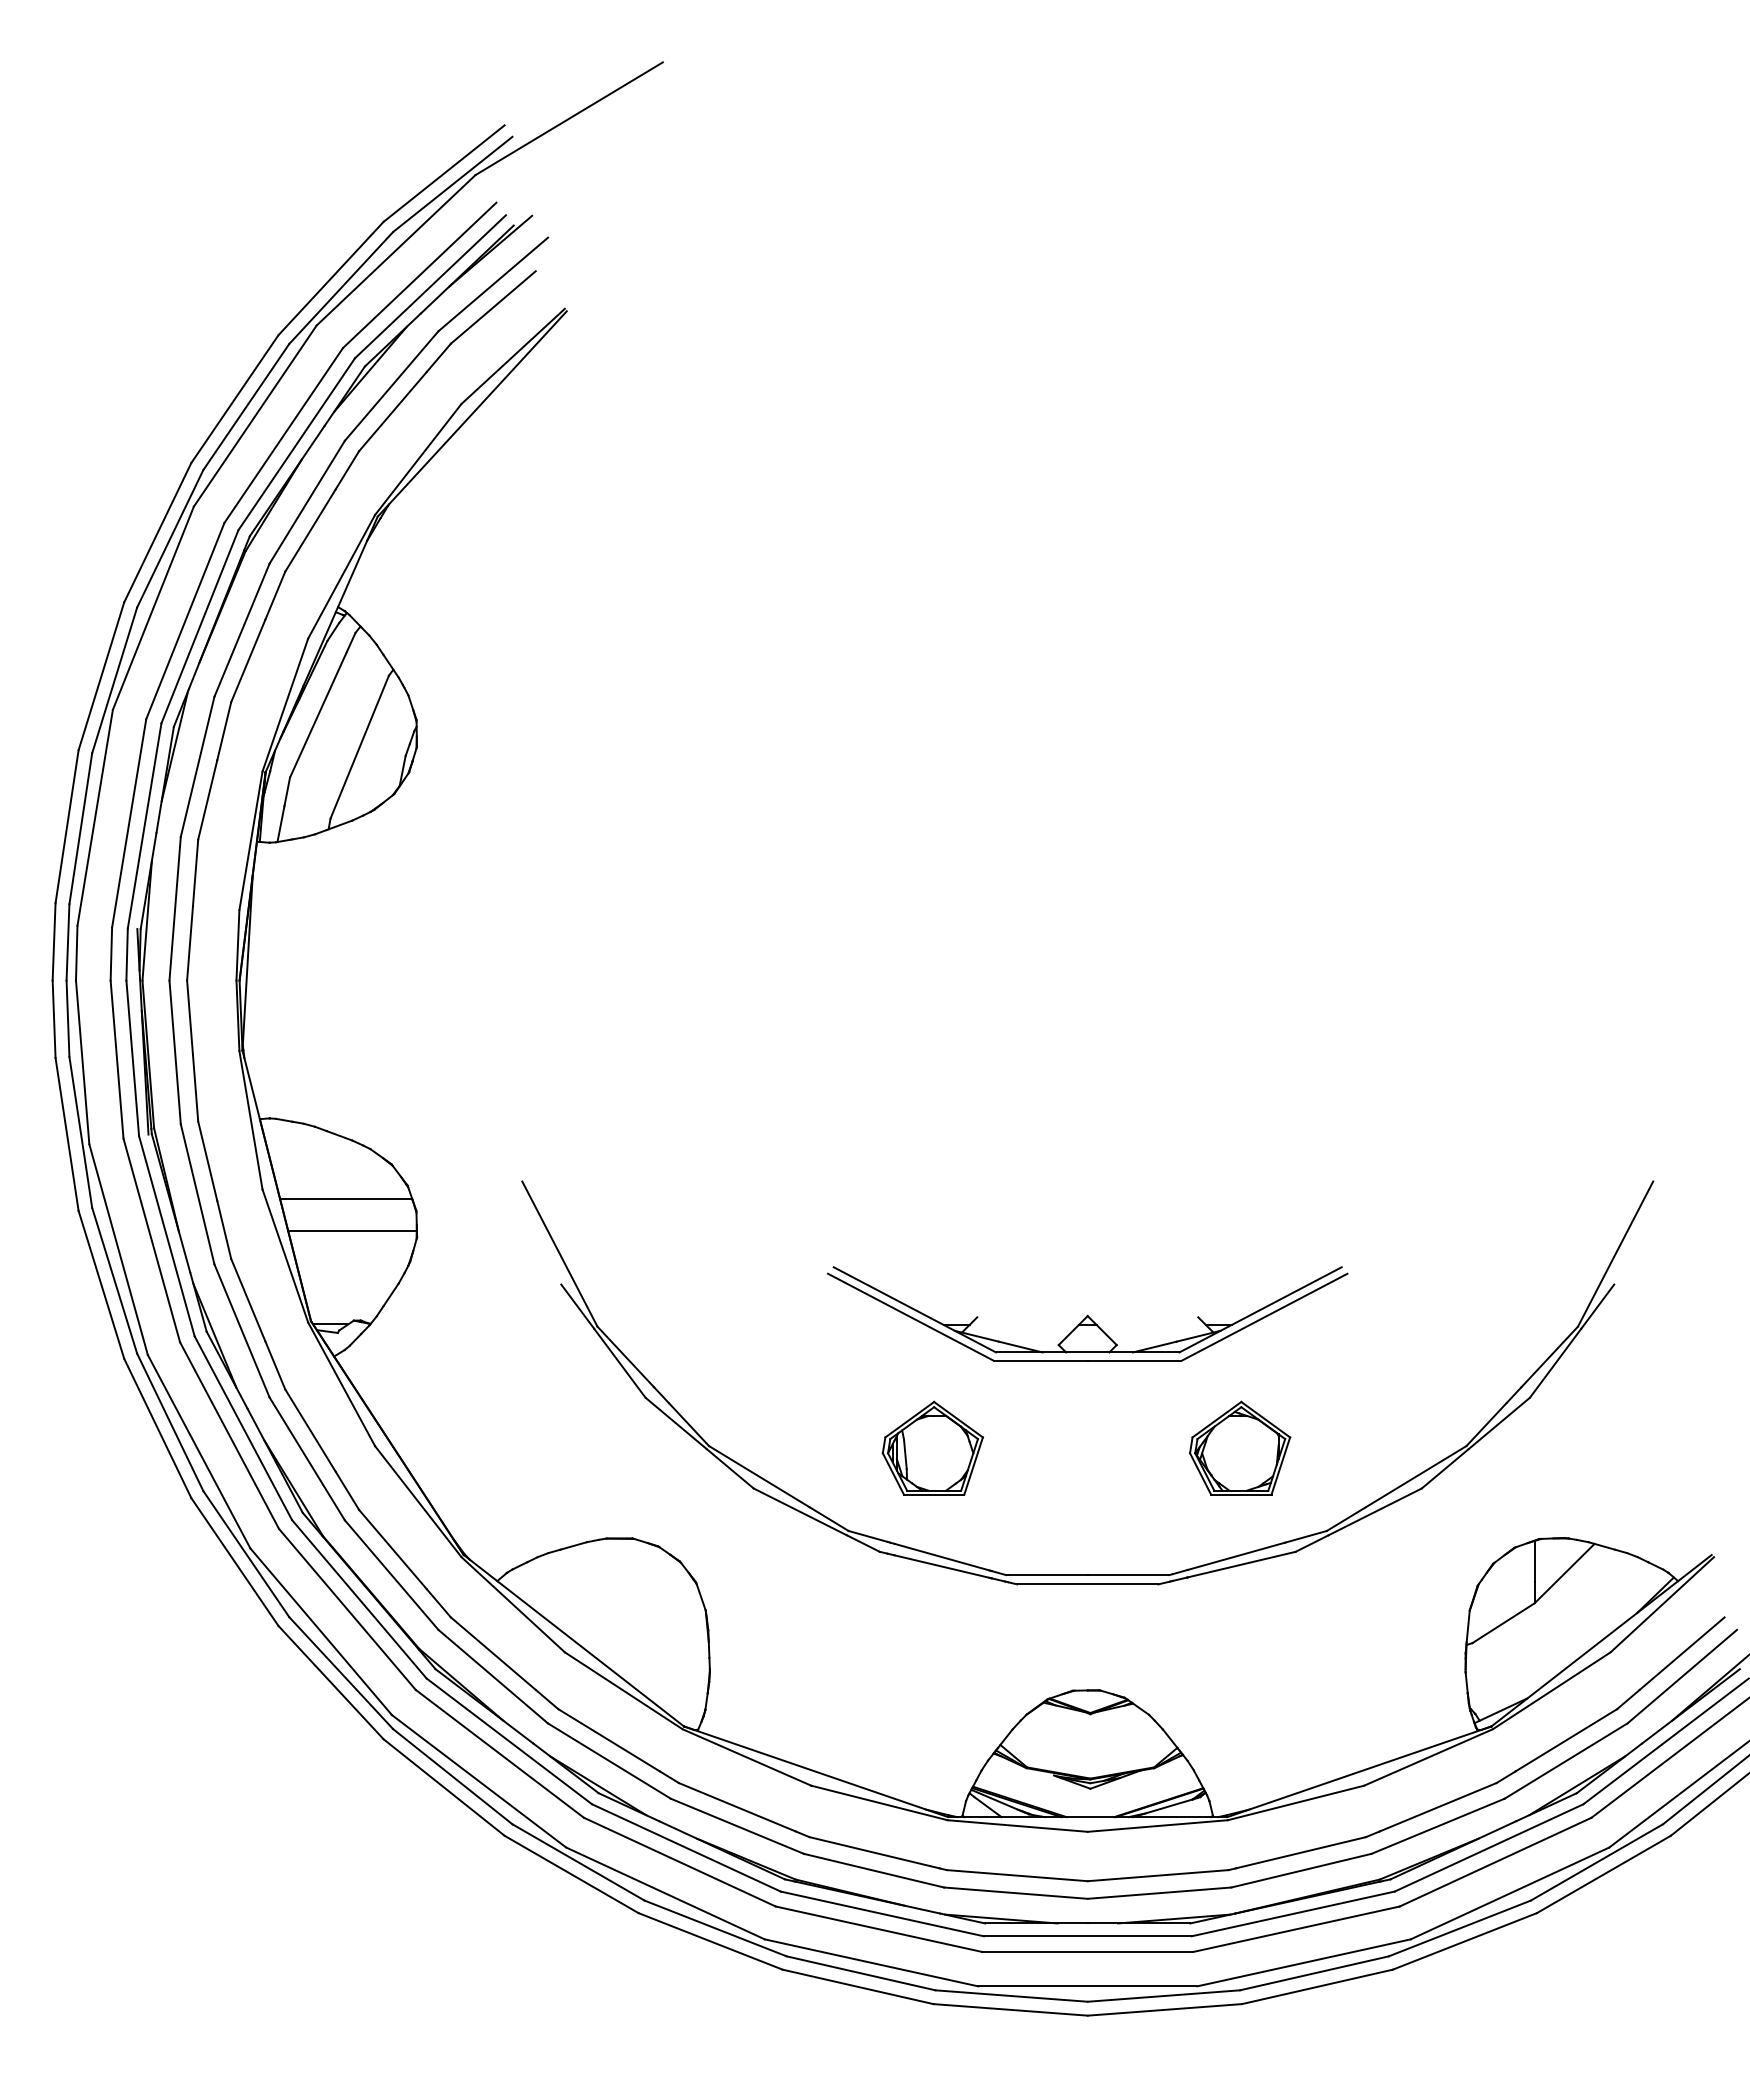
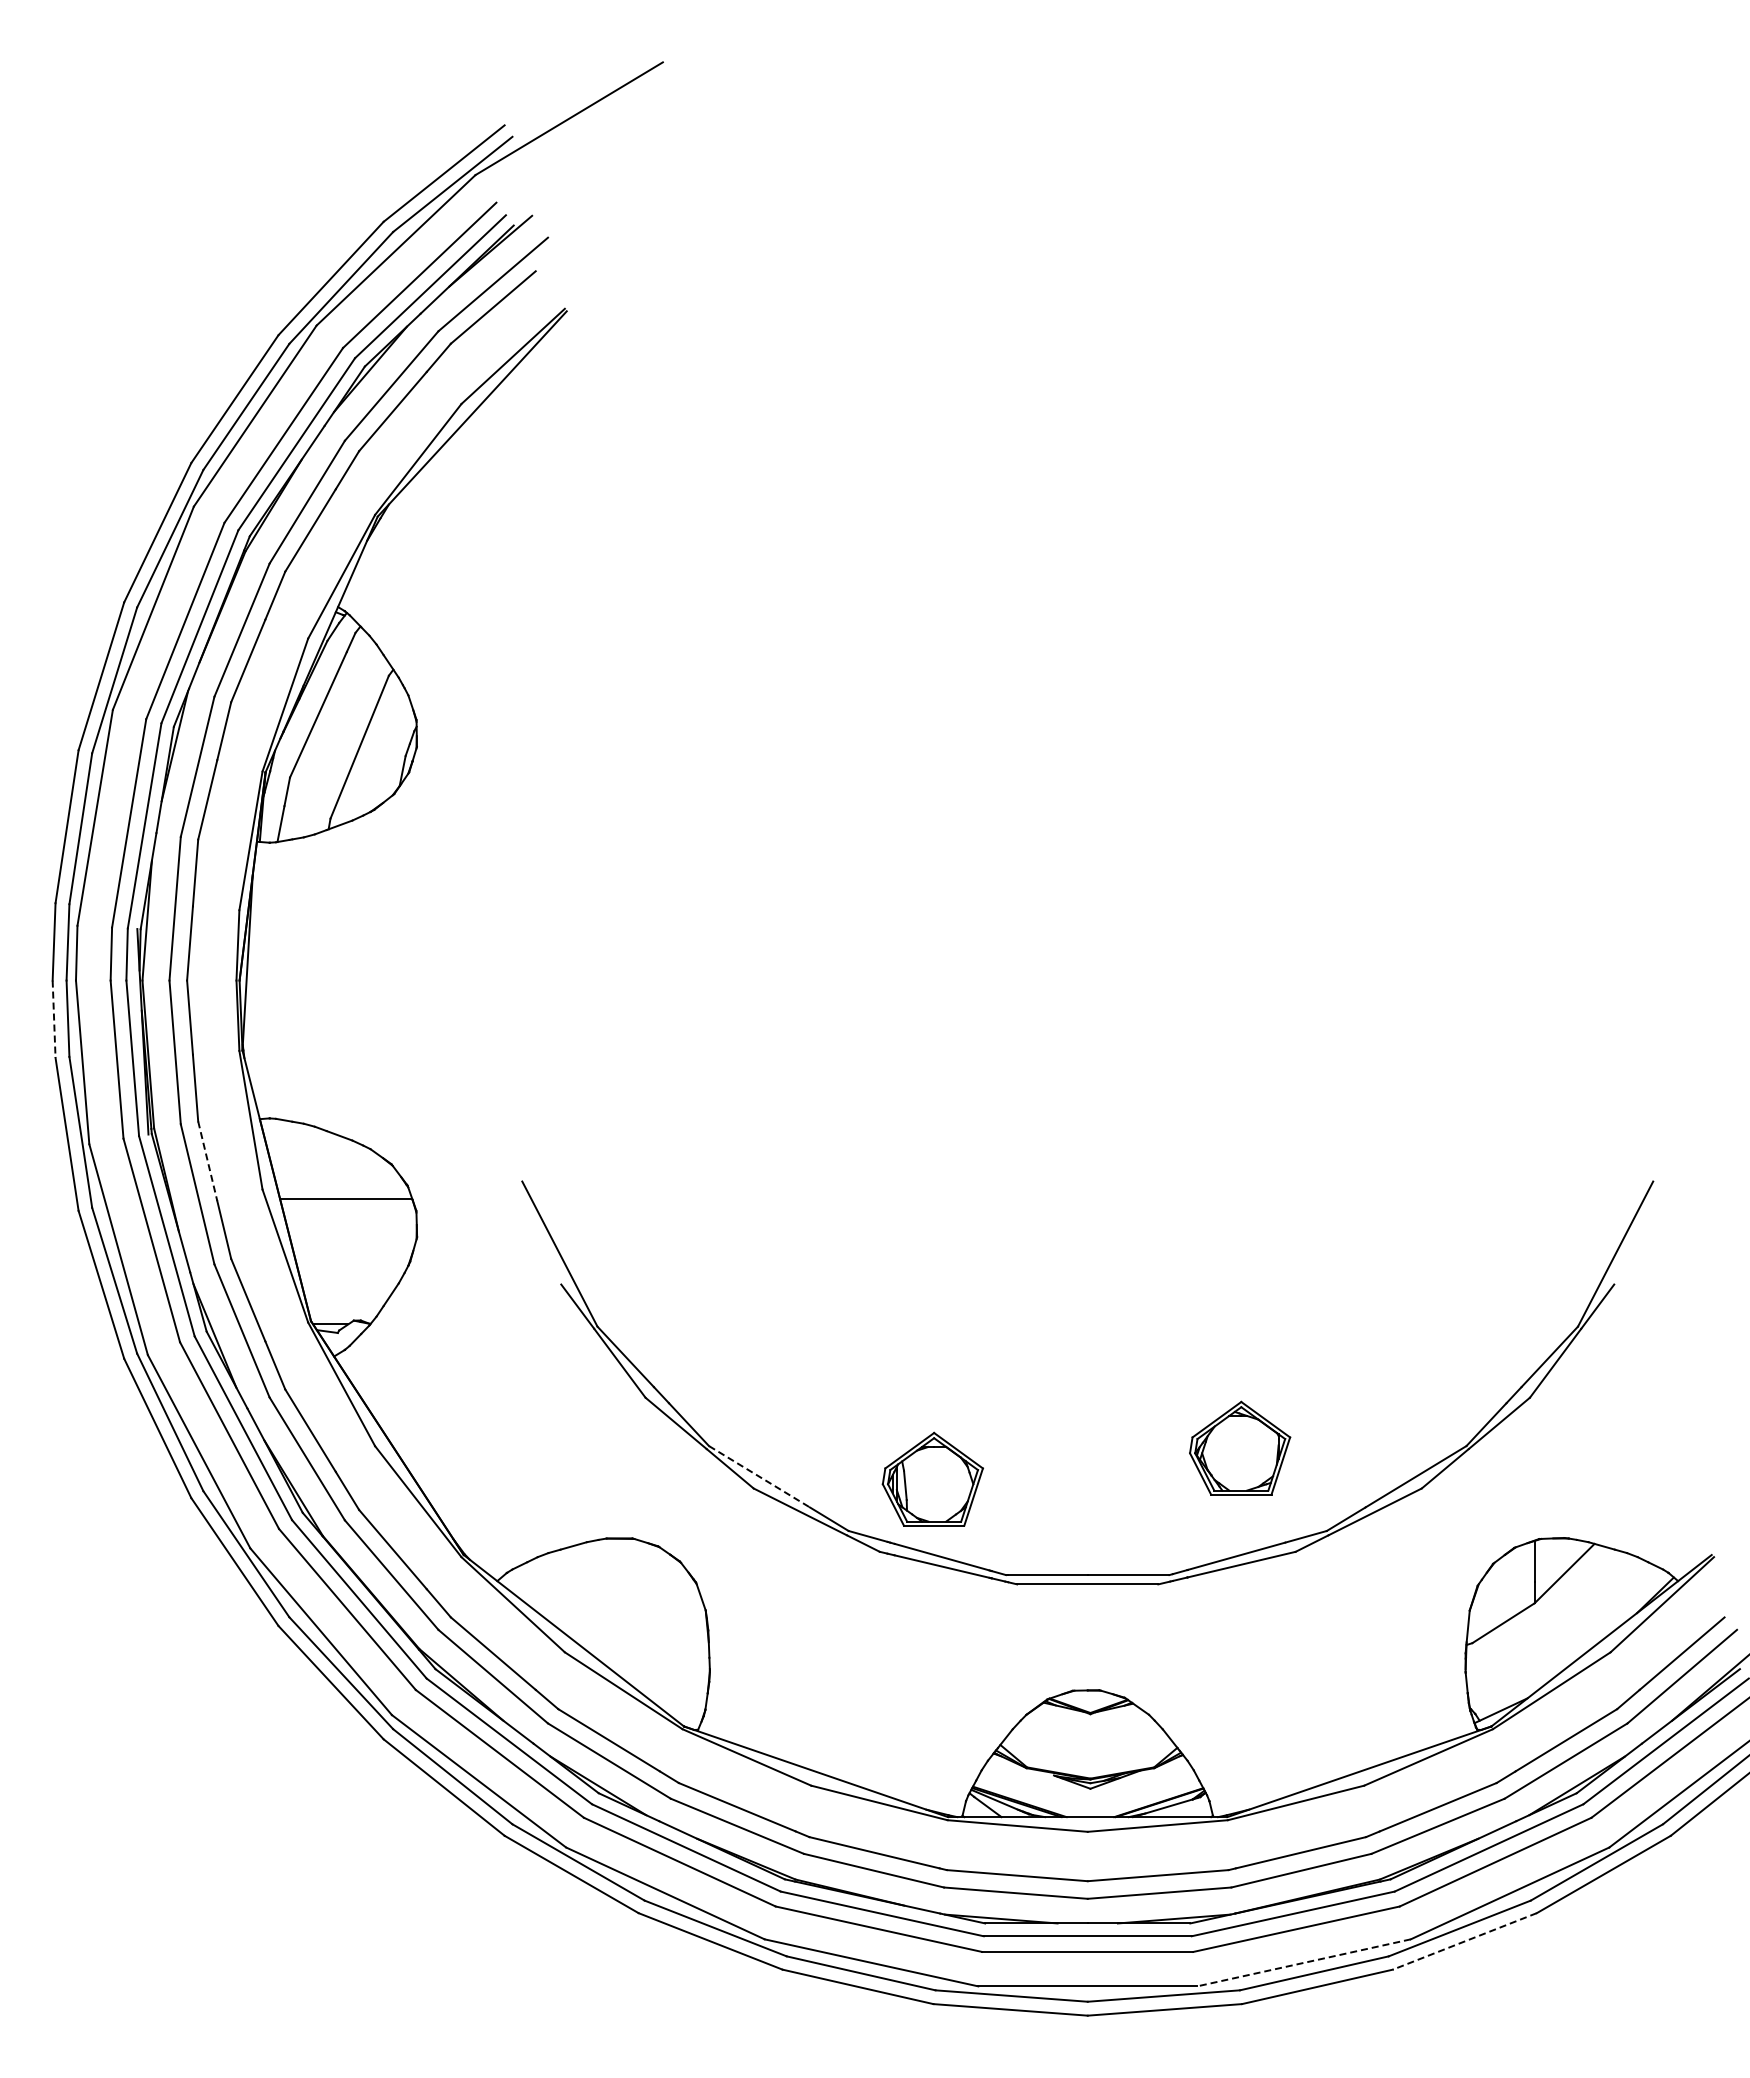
line at (54, 1019): solid -> dashed
line at (207, 1161): solid -> dashed
line at (352, 1231): present -> none
part at (1087, 1313): present -> none
part at (932, 1447) position: (932, 1447) -> (932, 1478)
line at (759, 1477): solid -> dashed
line at (1464, 1941): solid -> dashed
line at (1303, 1962): solid -> dashed
